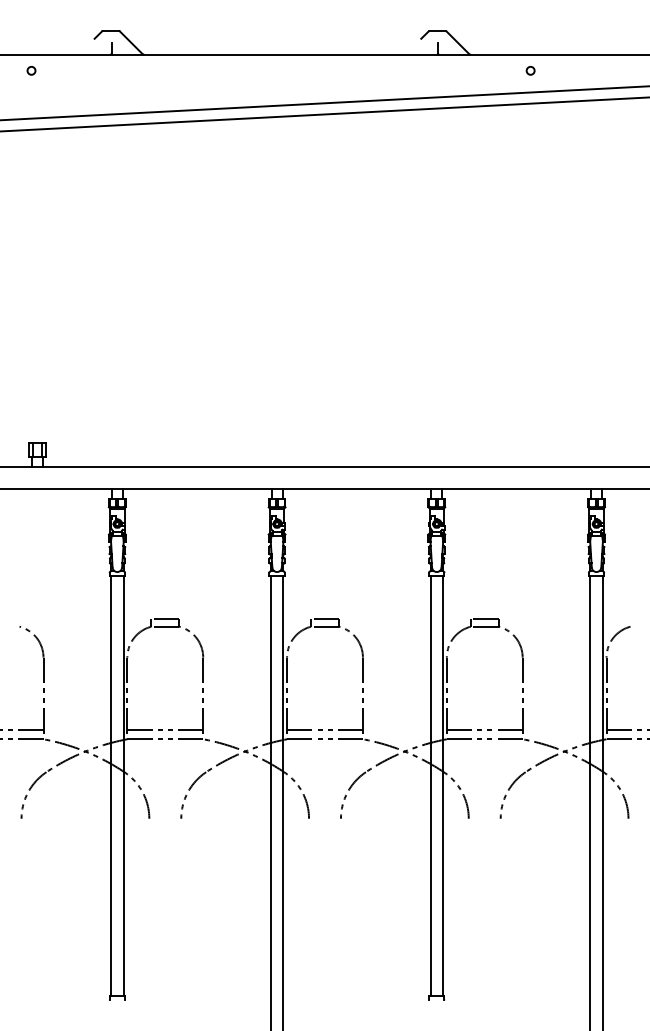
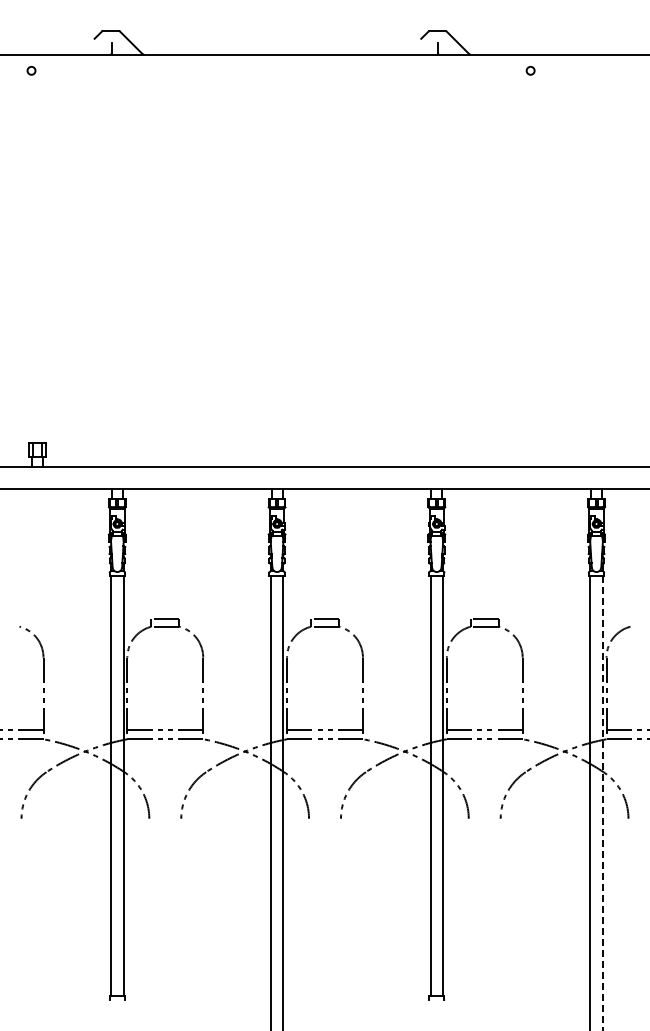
line at (324, 103): present -> none
line at (324, 114): present -> none
line at (602, 803): solid -> dashed
